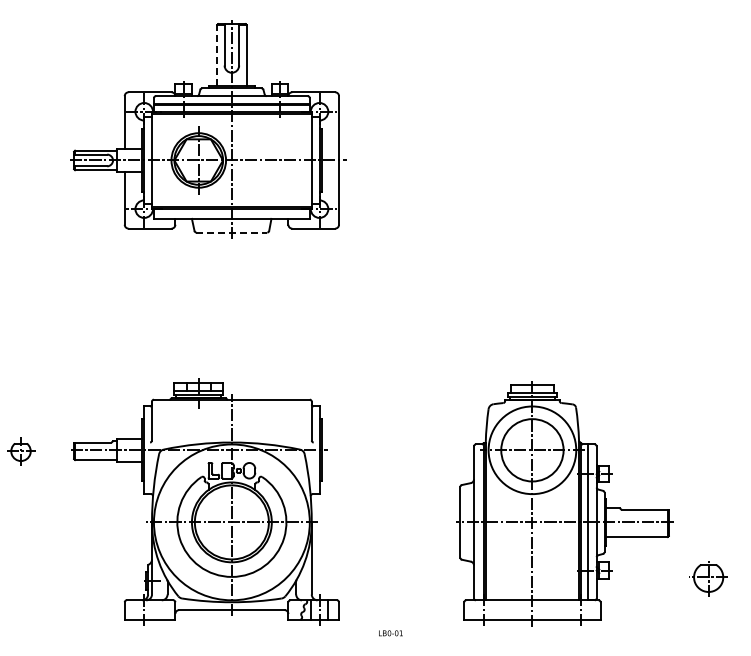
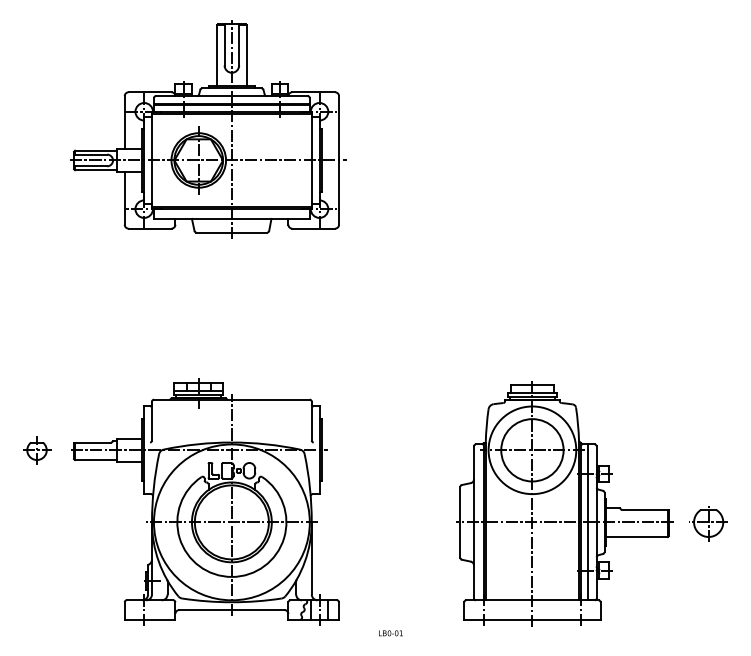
line at (217, 55): dashed -> solid
line at (232, 232): dashed -> solid
part at (21, 451) position: (21, 451) -> (37, 450)
part at (708, 578) position: (708, 578) -> (708, 523)
